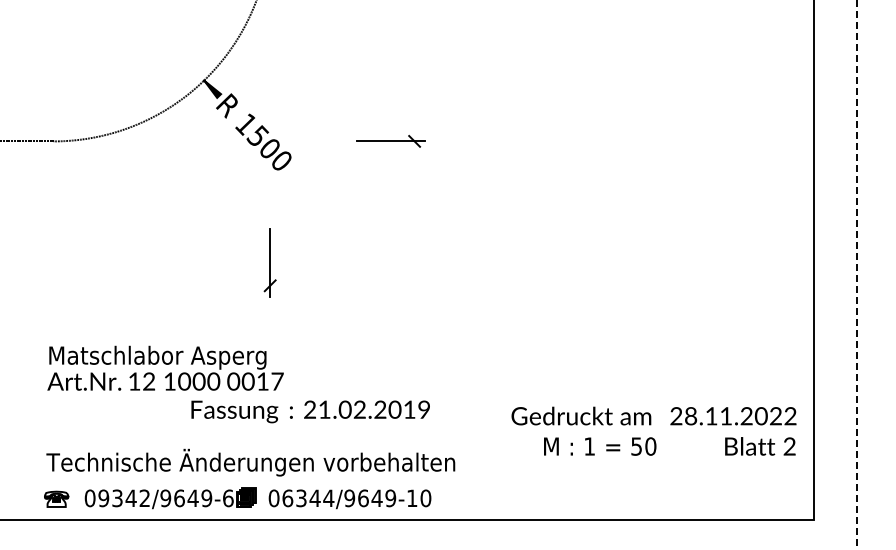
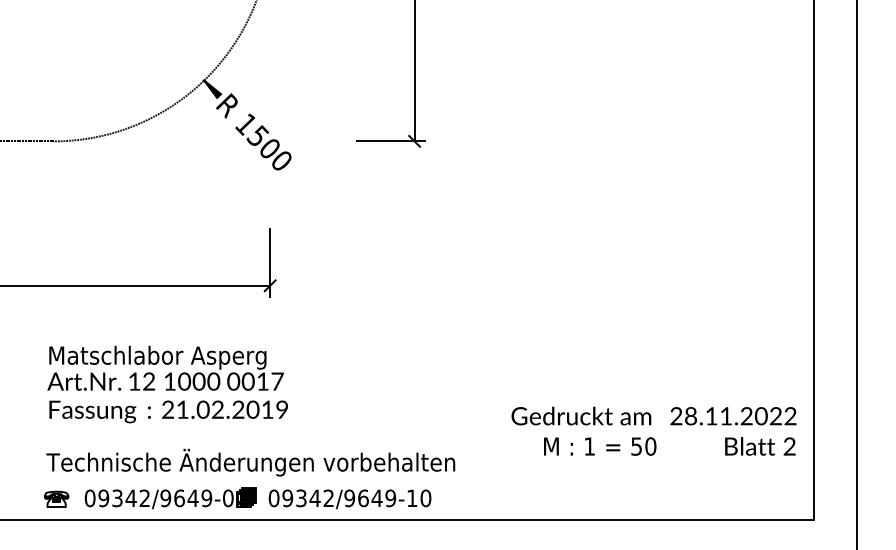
line at (414, 71): none -> present
line at (857, 274): dashed -> solid
line at (136, 285): none -> present
text at (310, 411) position: (310, 411) -> (168, 411)
text at (228, 497): 09342/9649-6 -> 09342/9649-0
text at (308, 498): 06344/9649-10 -> 09342/9649-10
